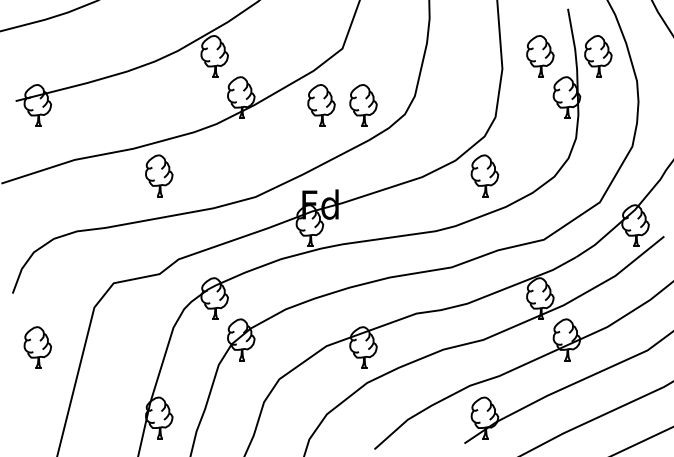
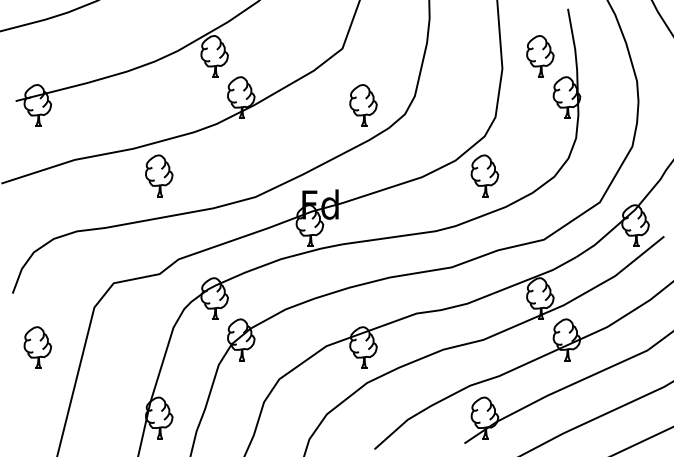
part at (598, 56): present -> none
part at (321, 105): present -> none
